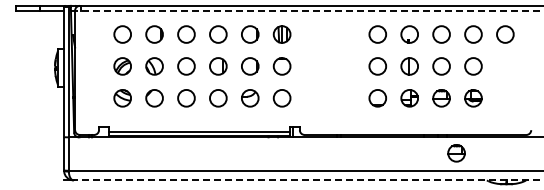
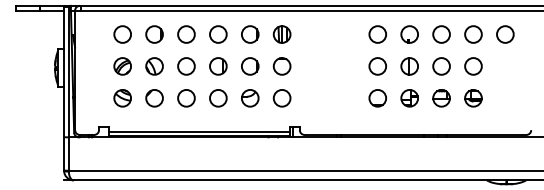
line at (307, 10): dashed -> solid
part at (456, 153): present -> none
line at (308, 180): dashed -> solid
